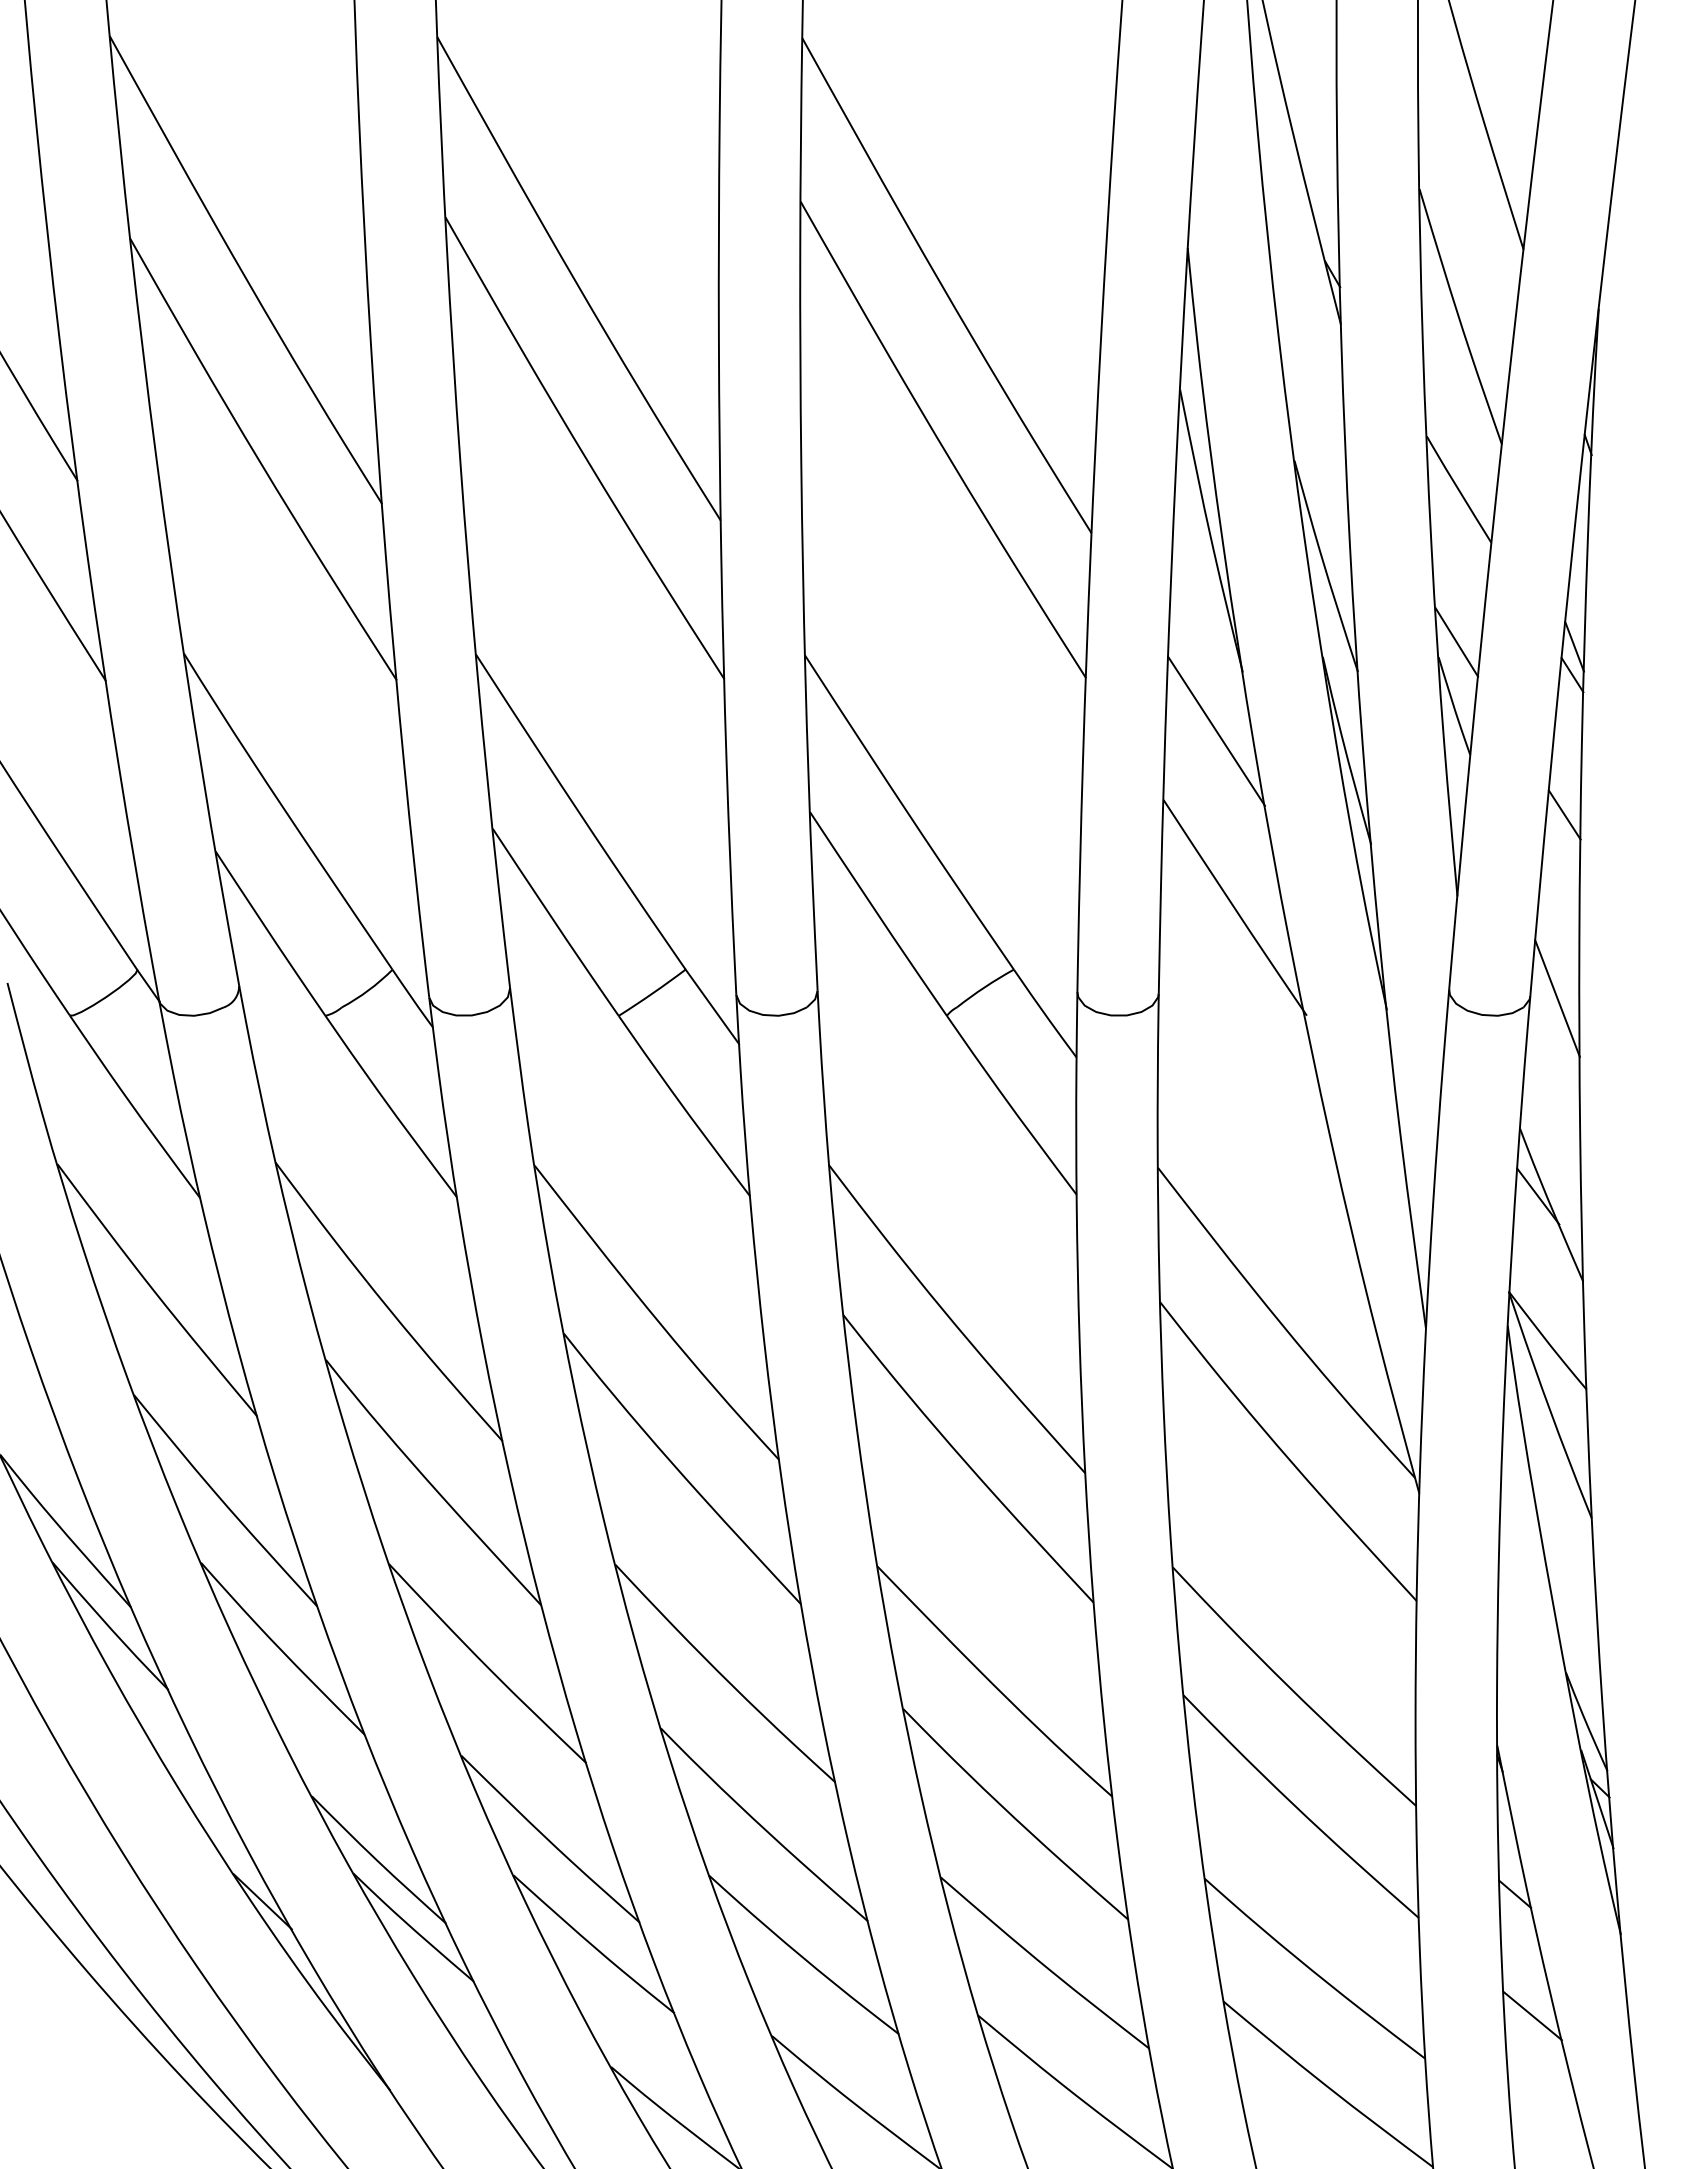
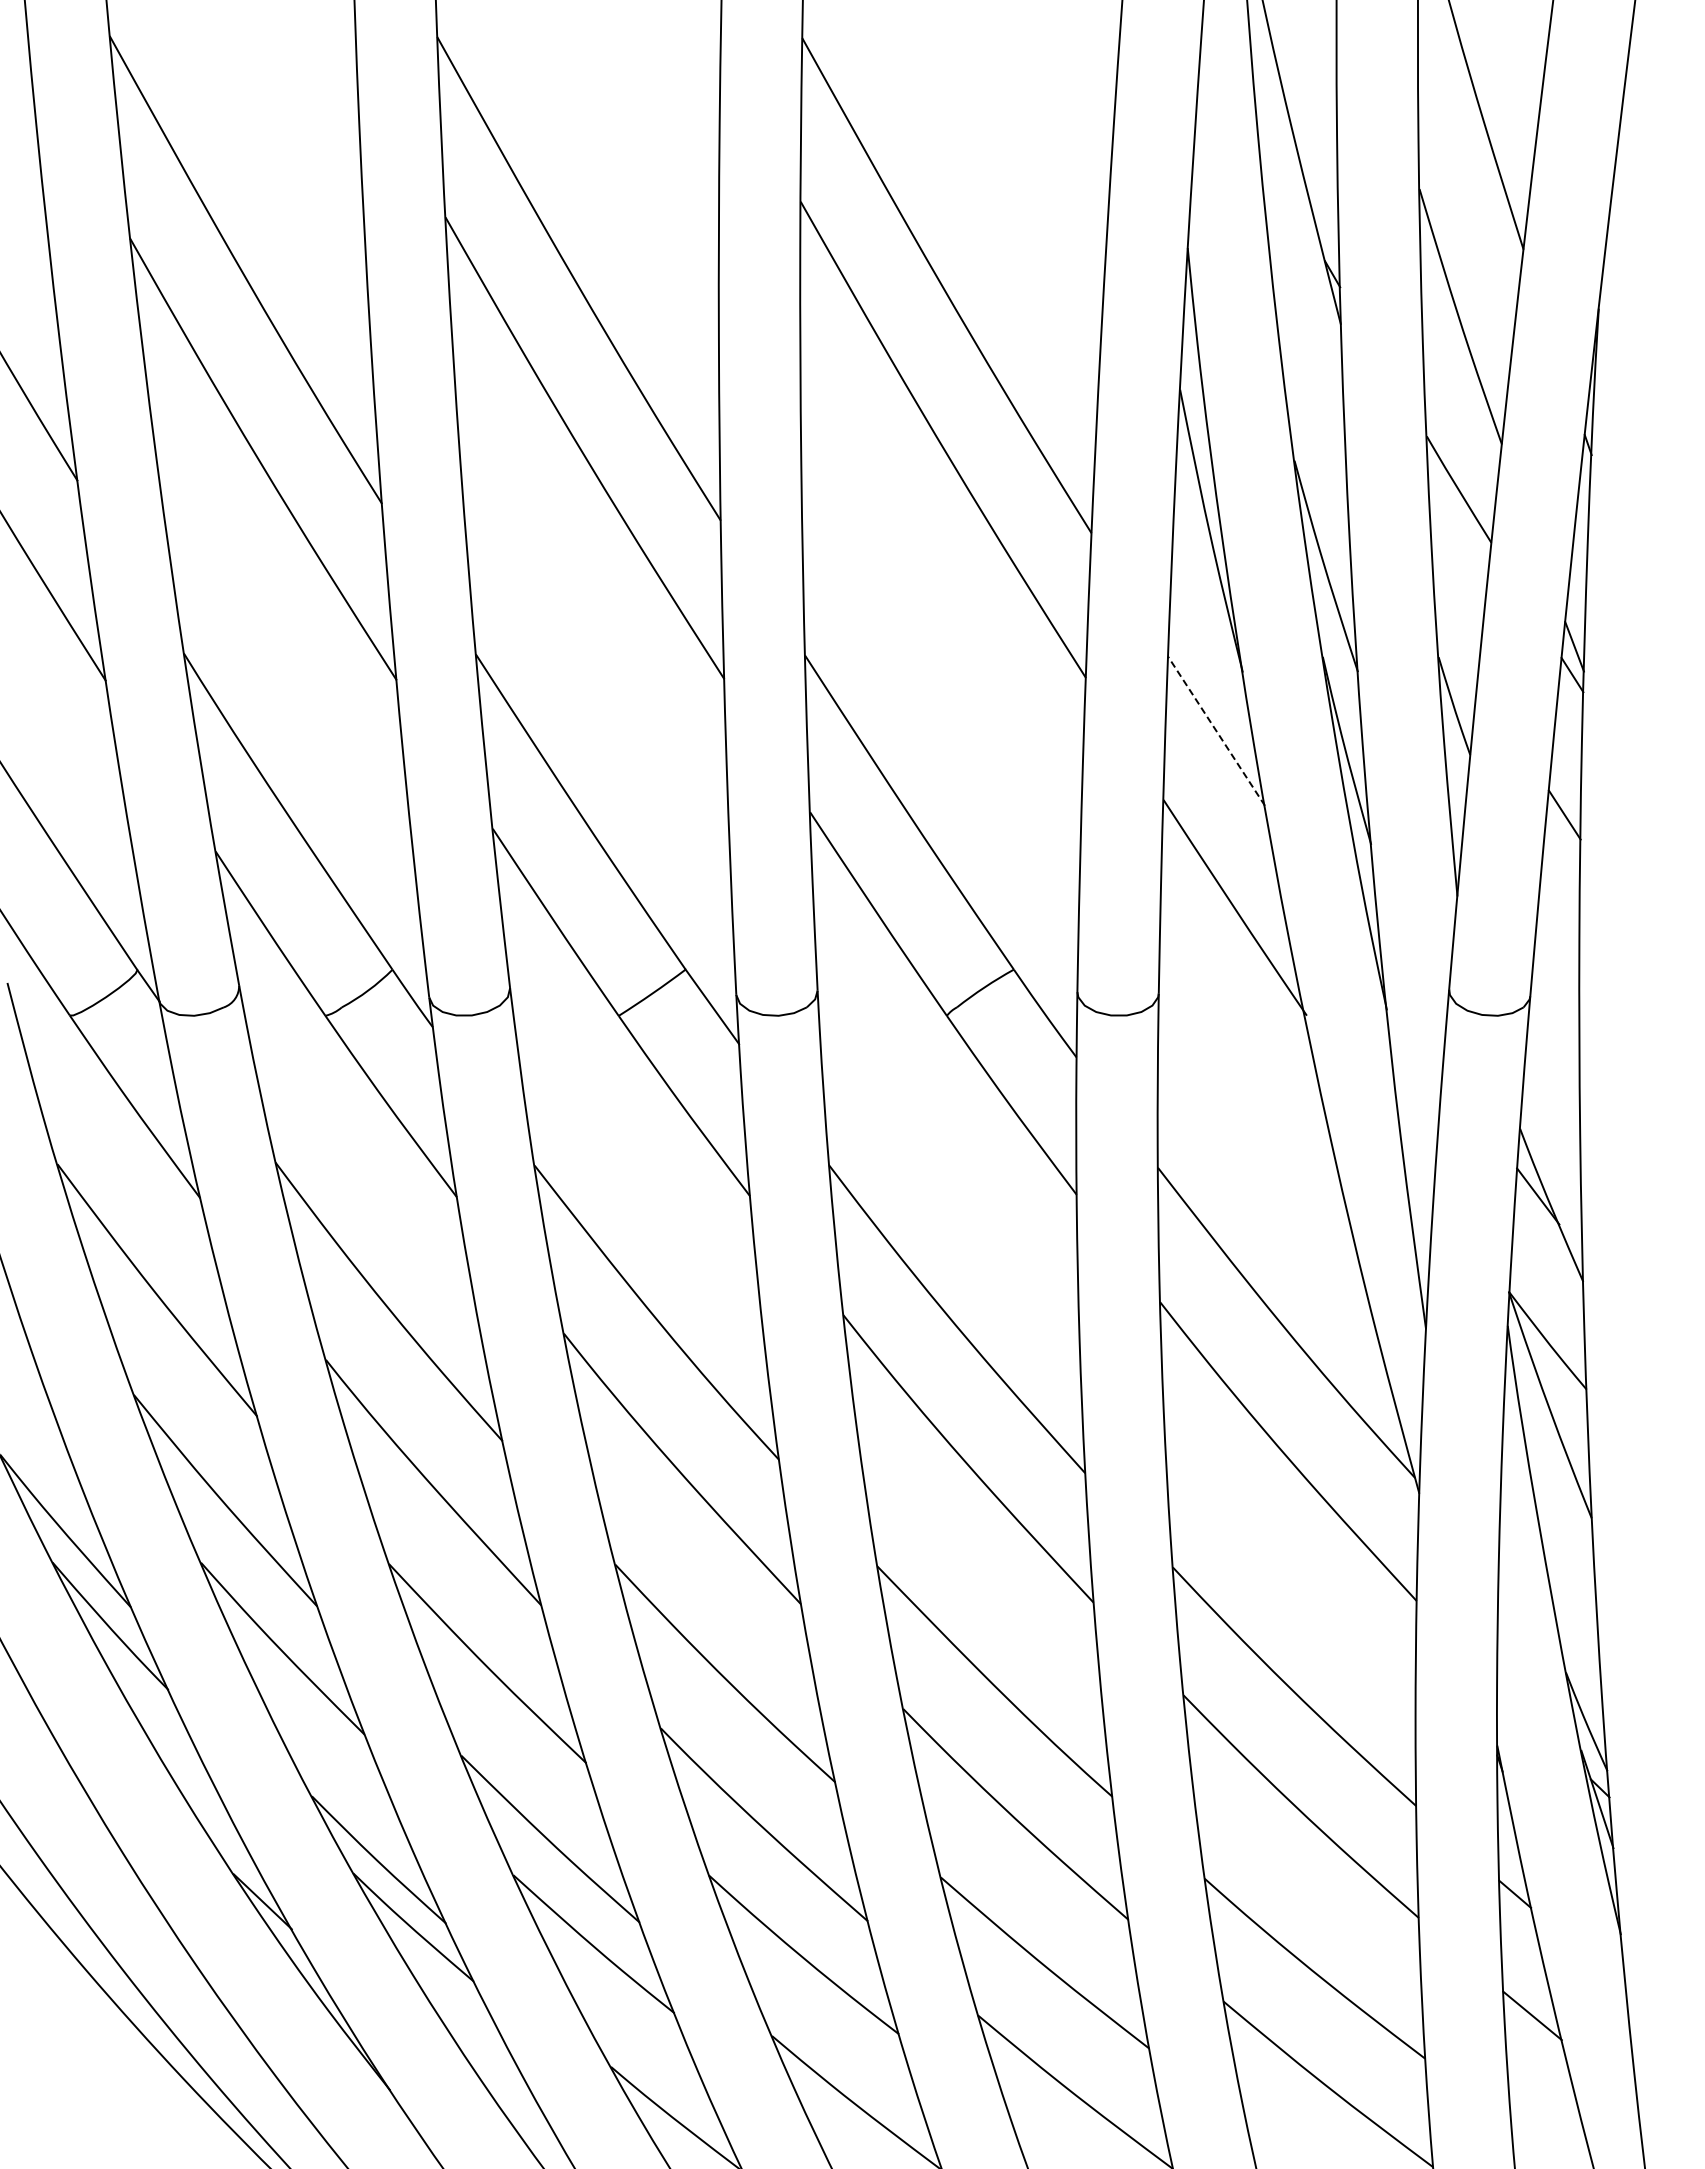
line at (1456, 642): present -> none
line at (1216, 731): solid -> dashed
line at (1557, 998): present -> none
